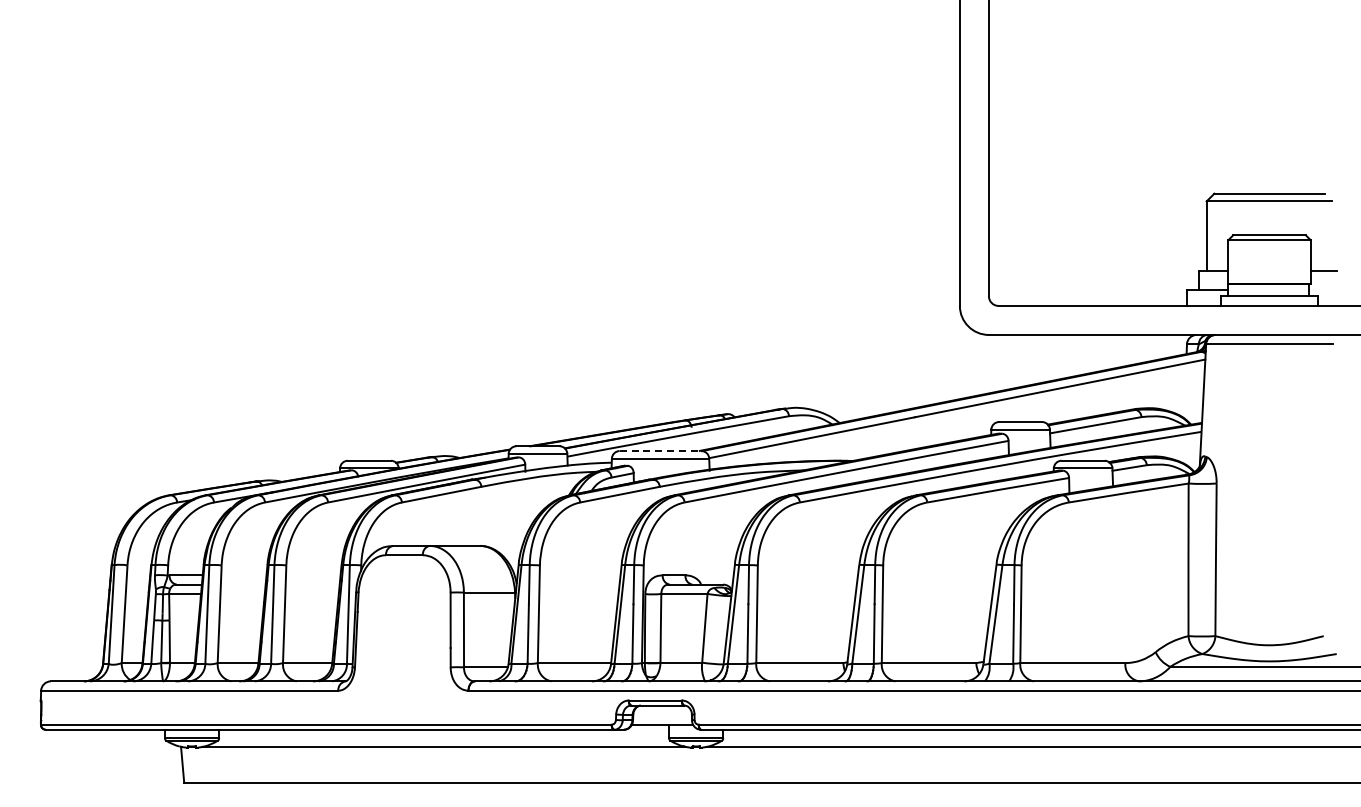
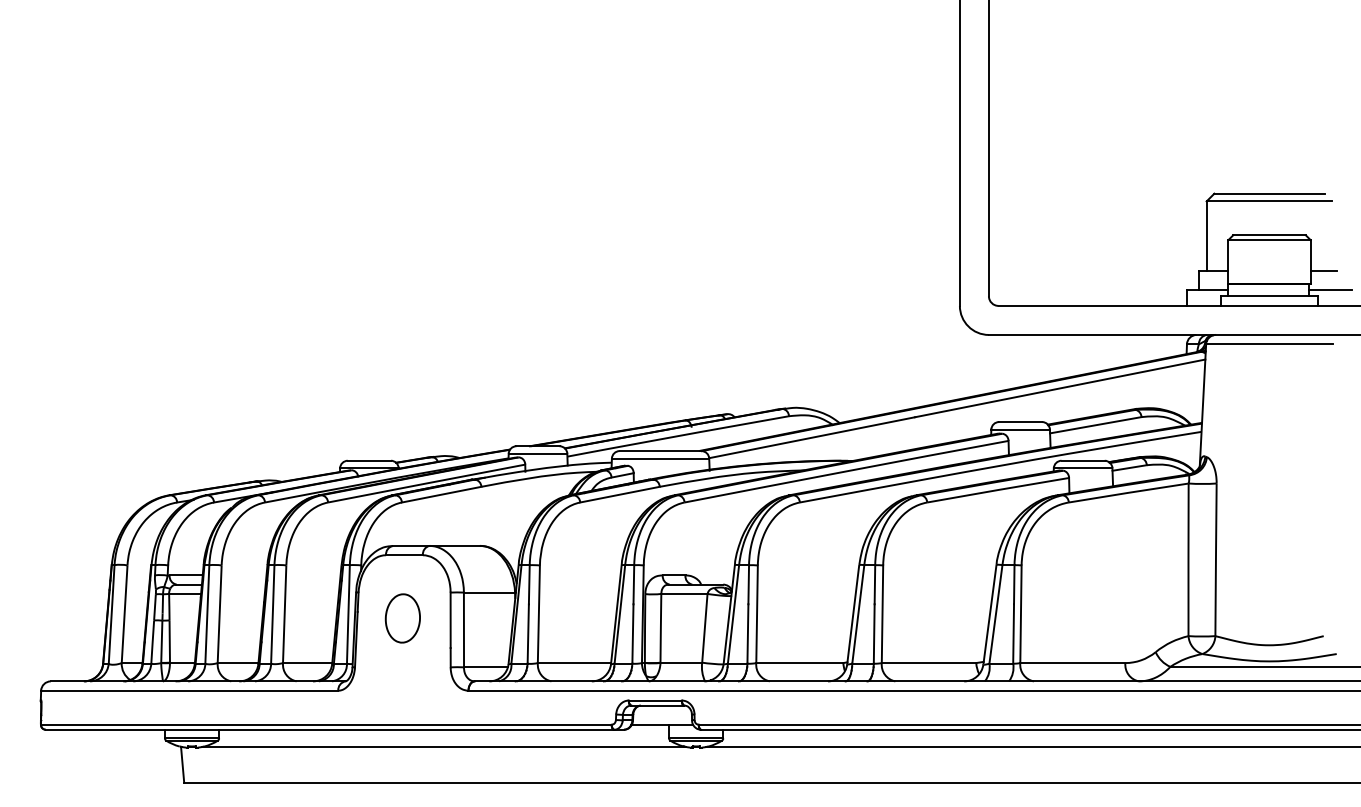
line at (1330, 290): none -> present
line at (660, 451): dashed -> solid
part at (402, 618): none -> present
